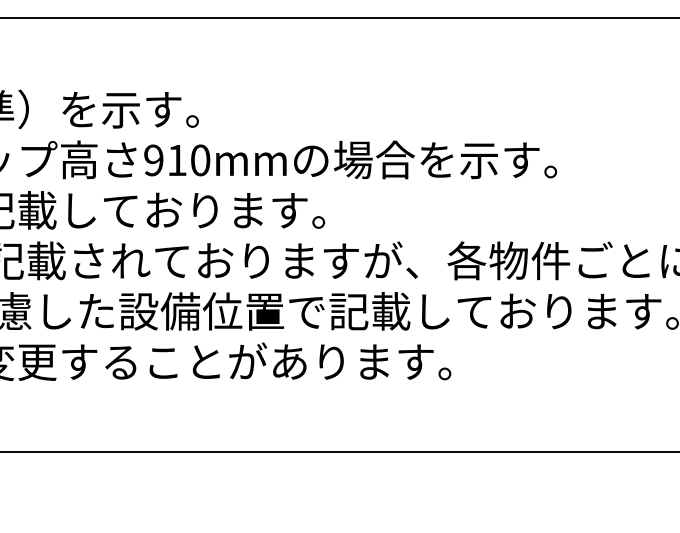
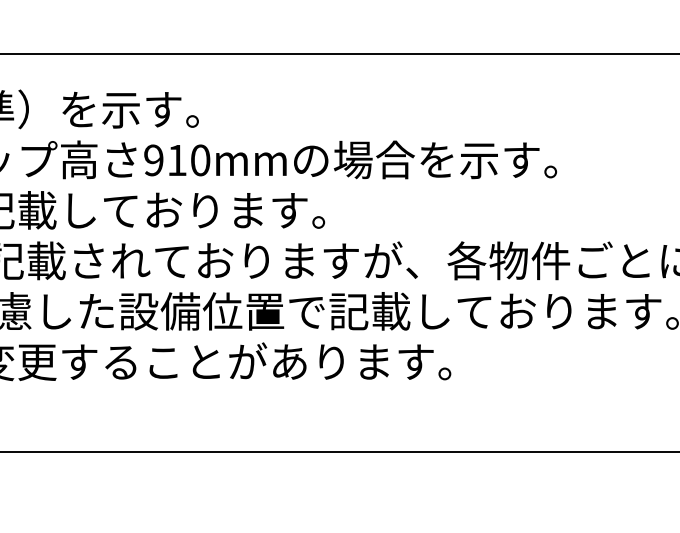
line at (339, 18) position: (339, 18) -> (339, 54)
